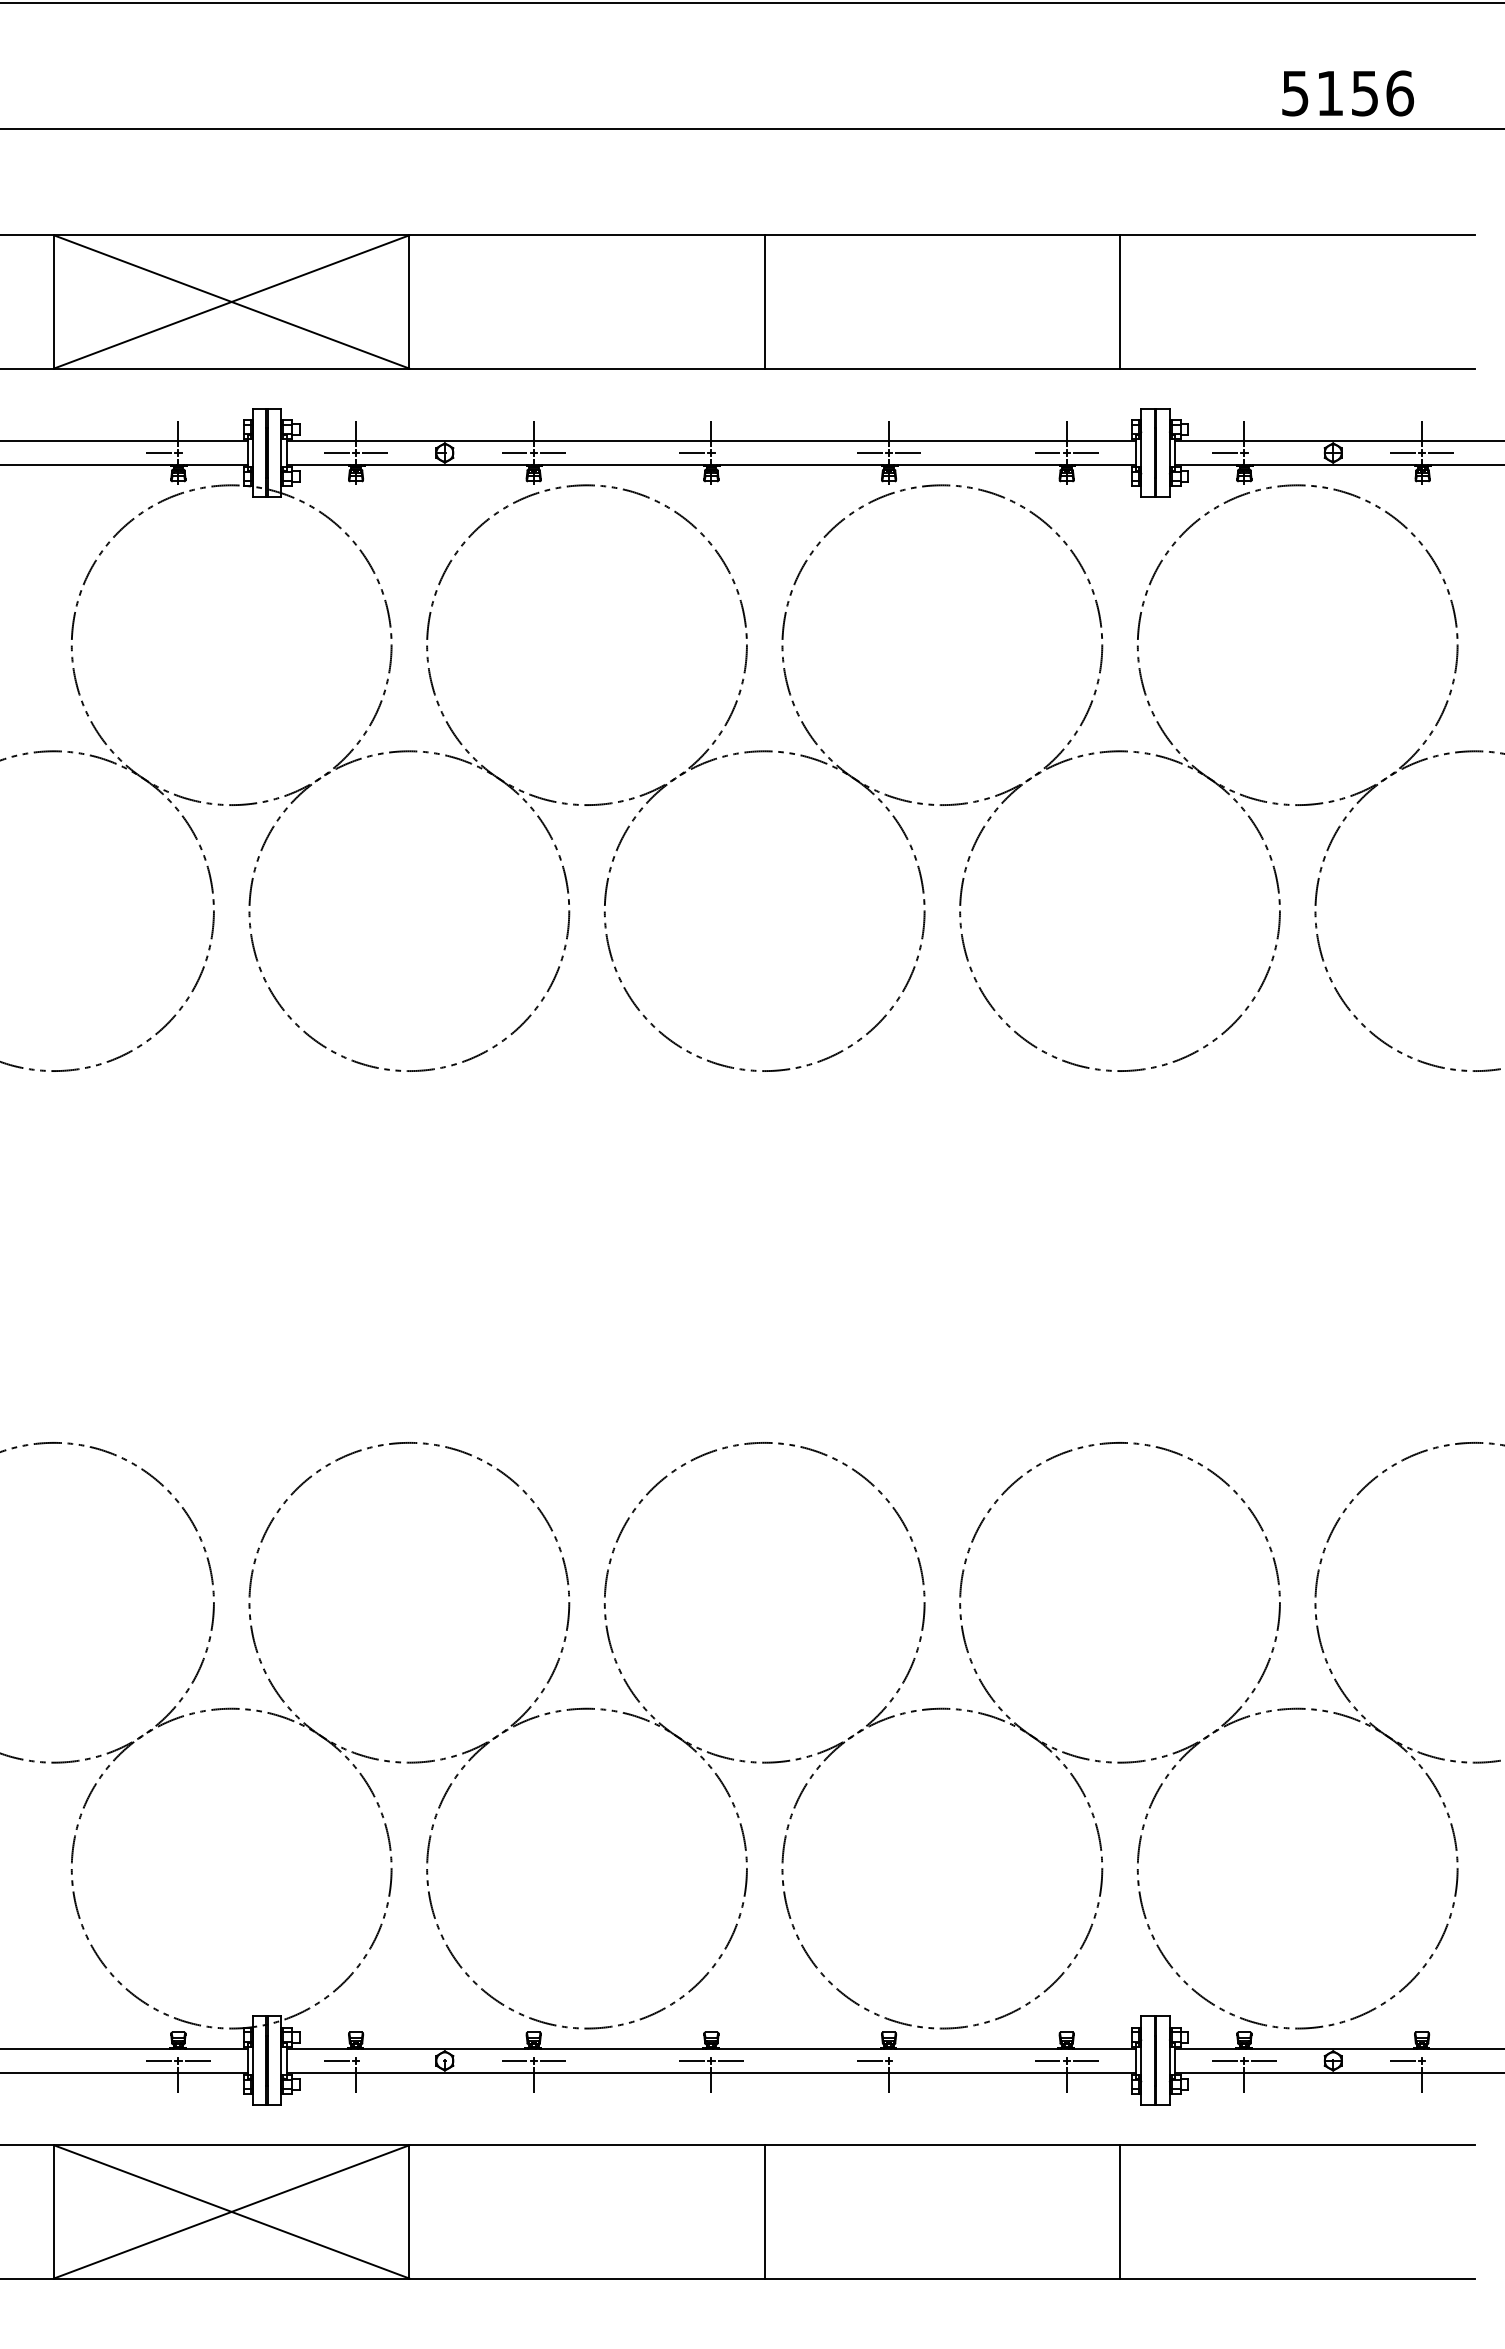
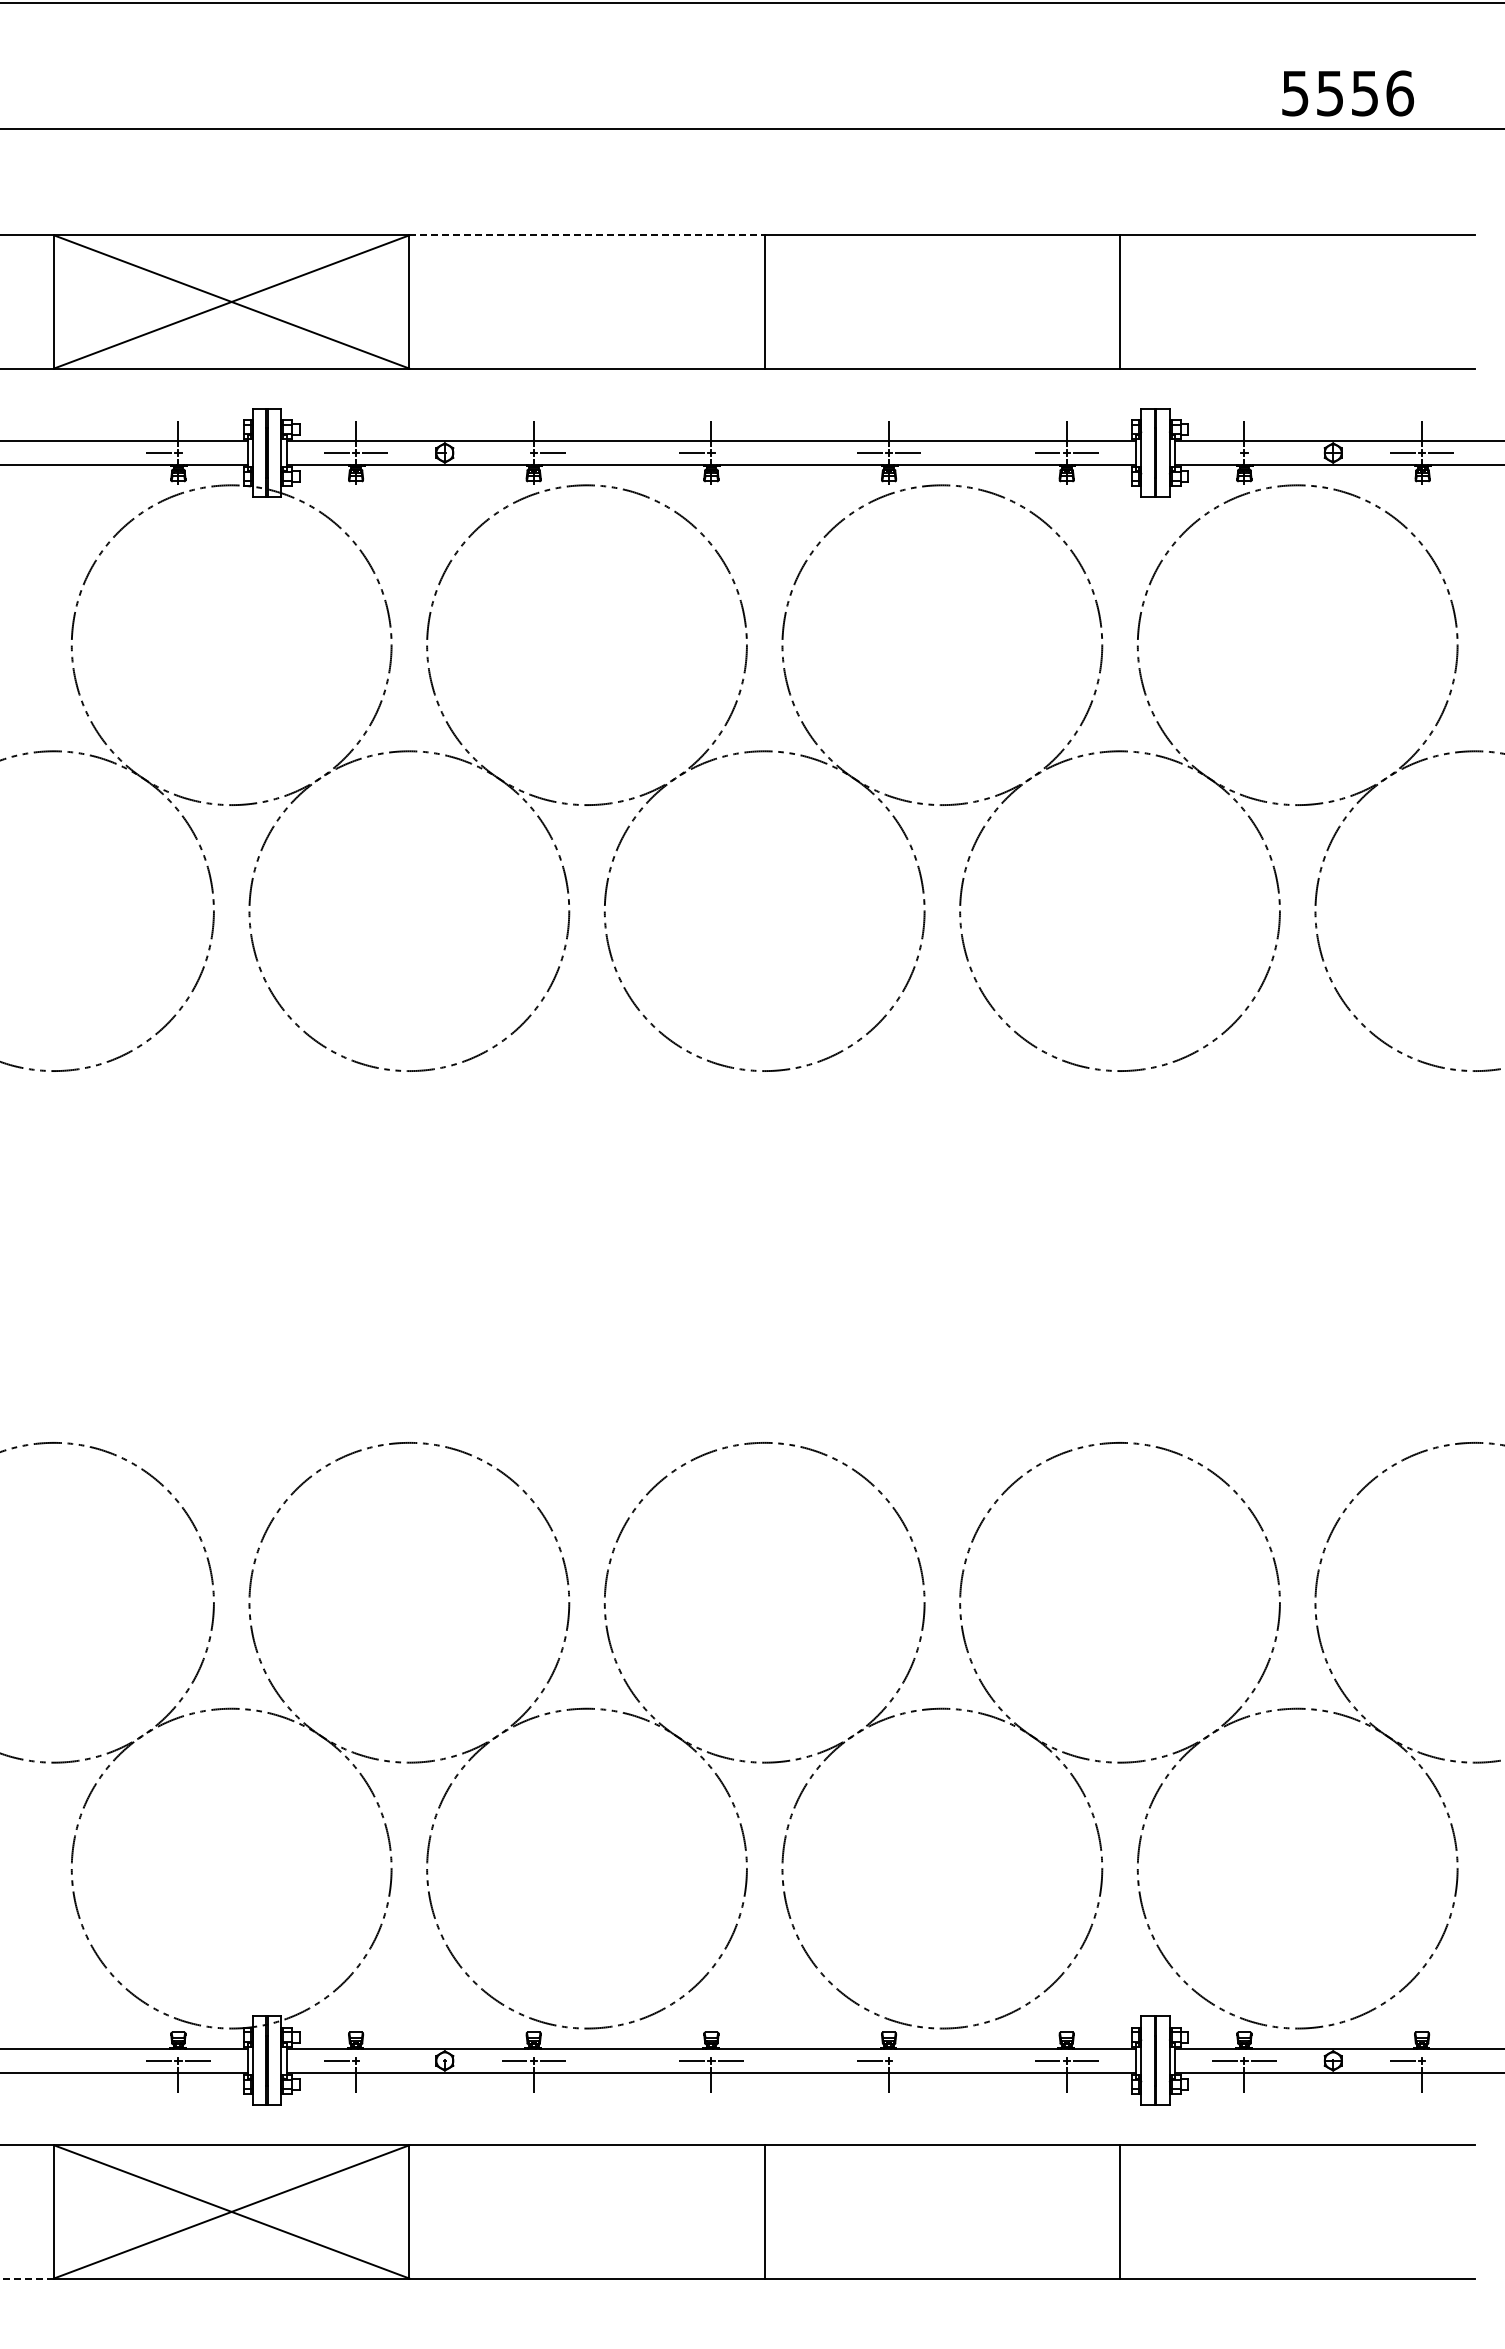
text at (1329, 93): 5156 -> 5556
line at (587, 235): solid -> dashed
line at (514, 452): present -> none
line at (1225, 452): present -> none
line at (27, 2278): solid -> dashed
